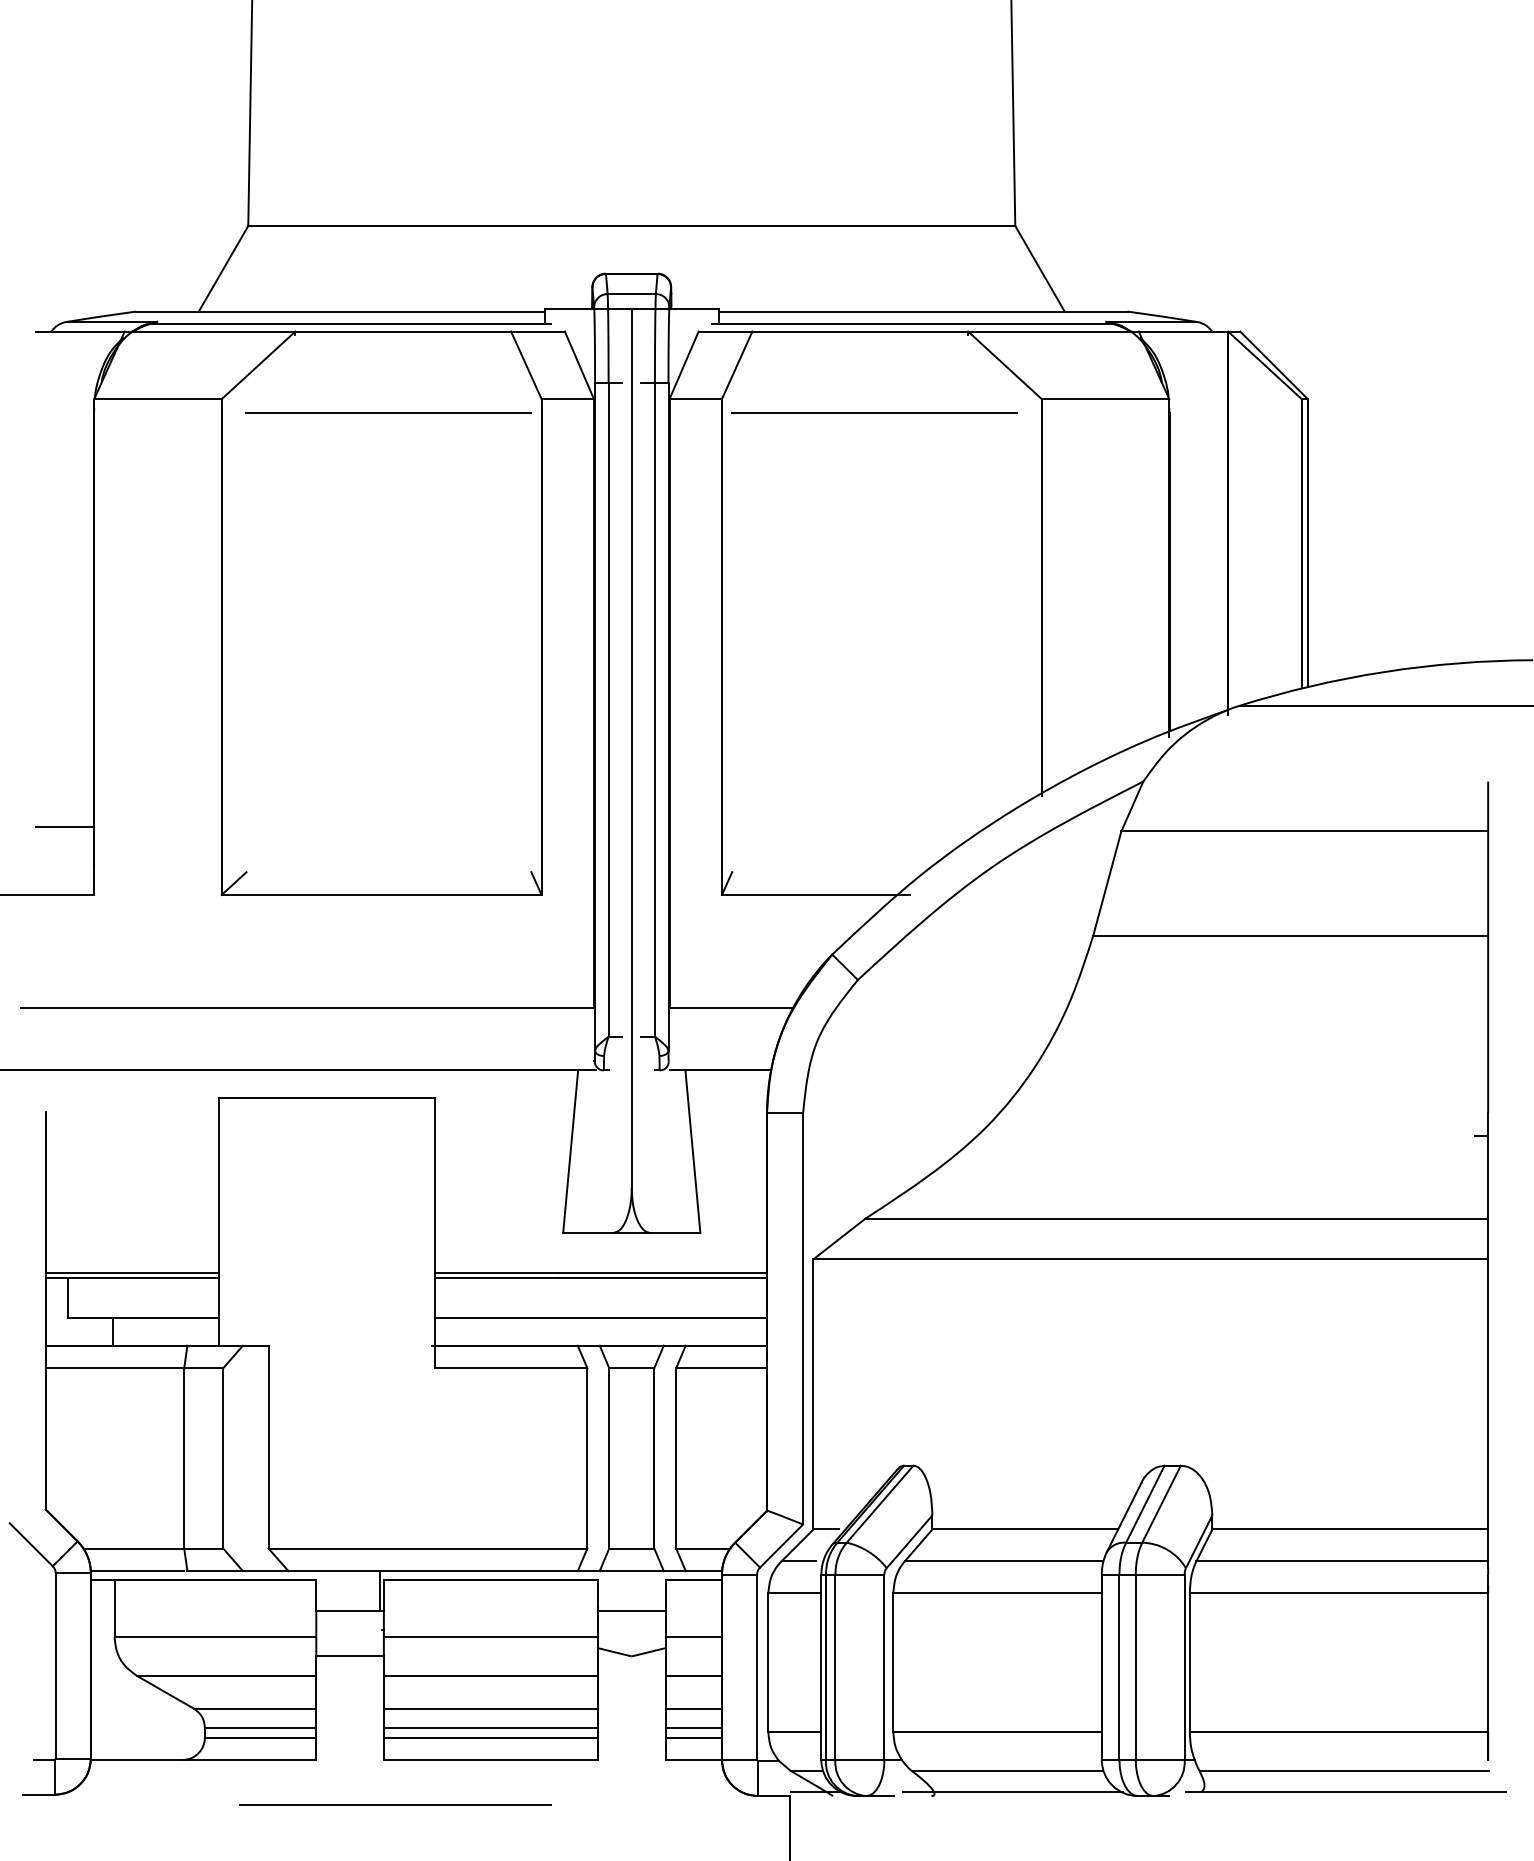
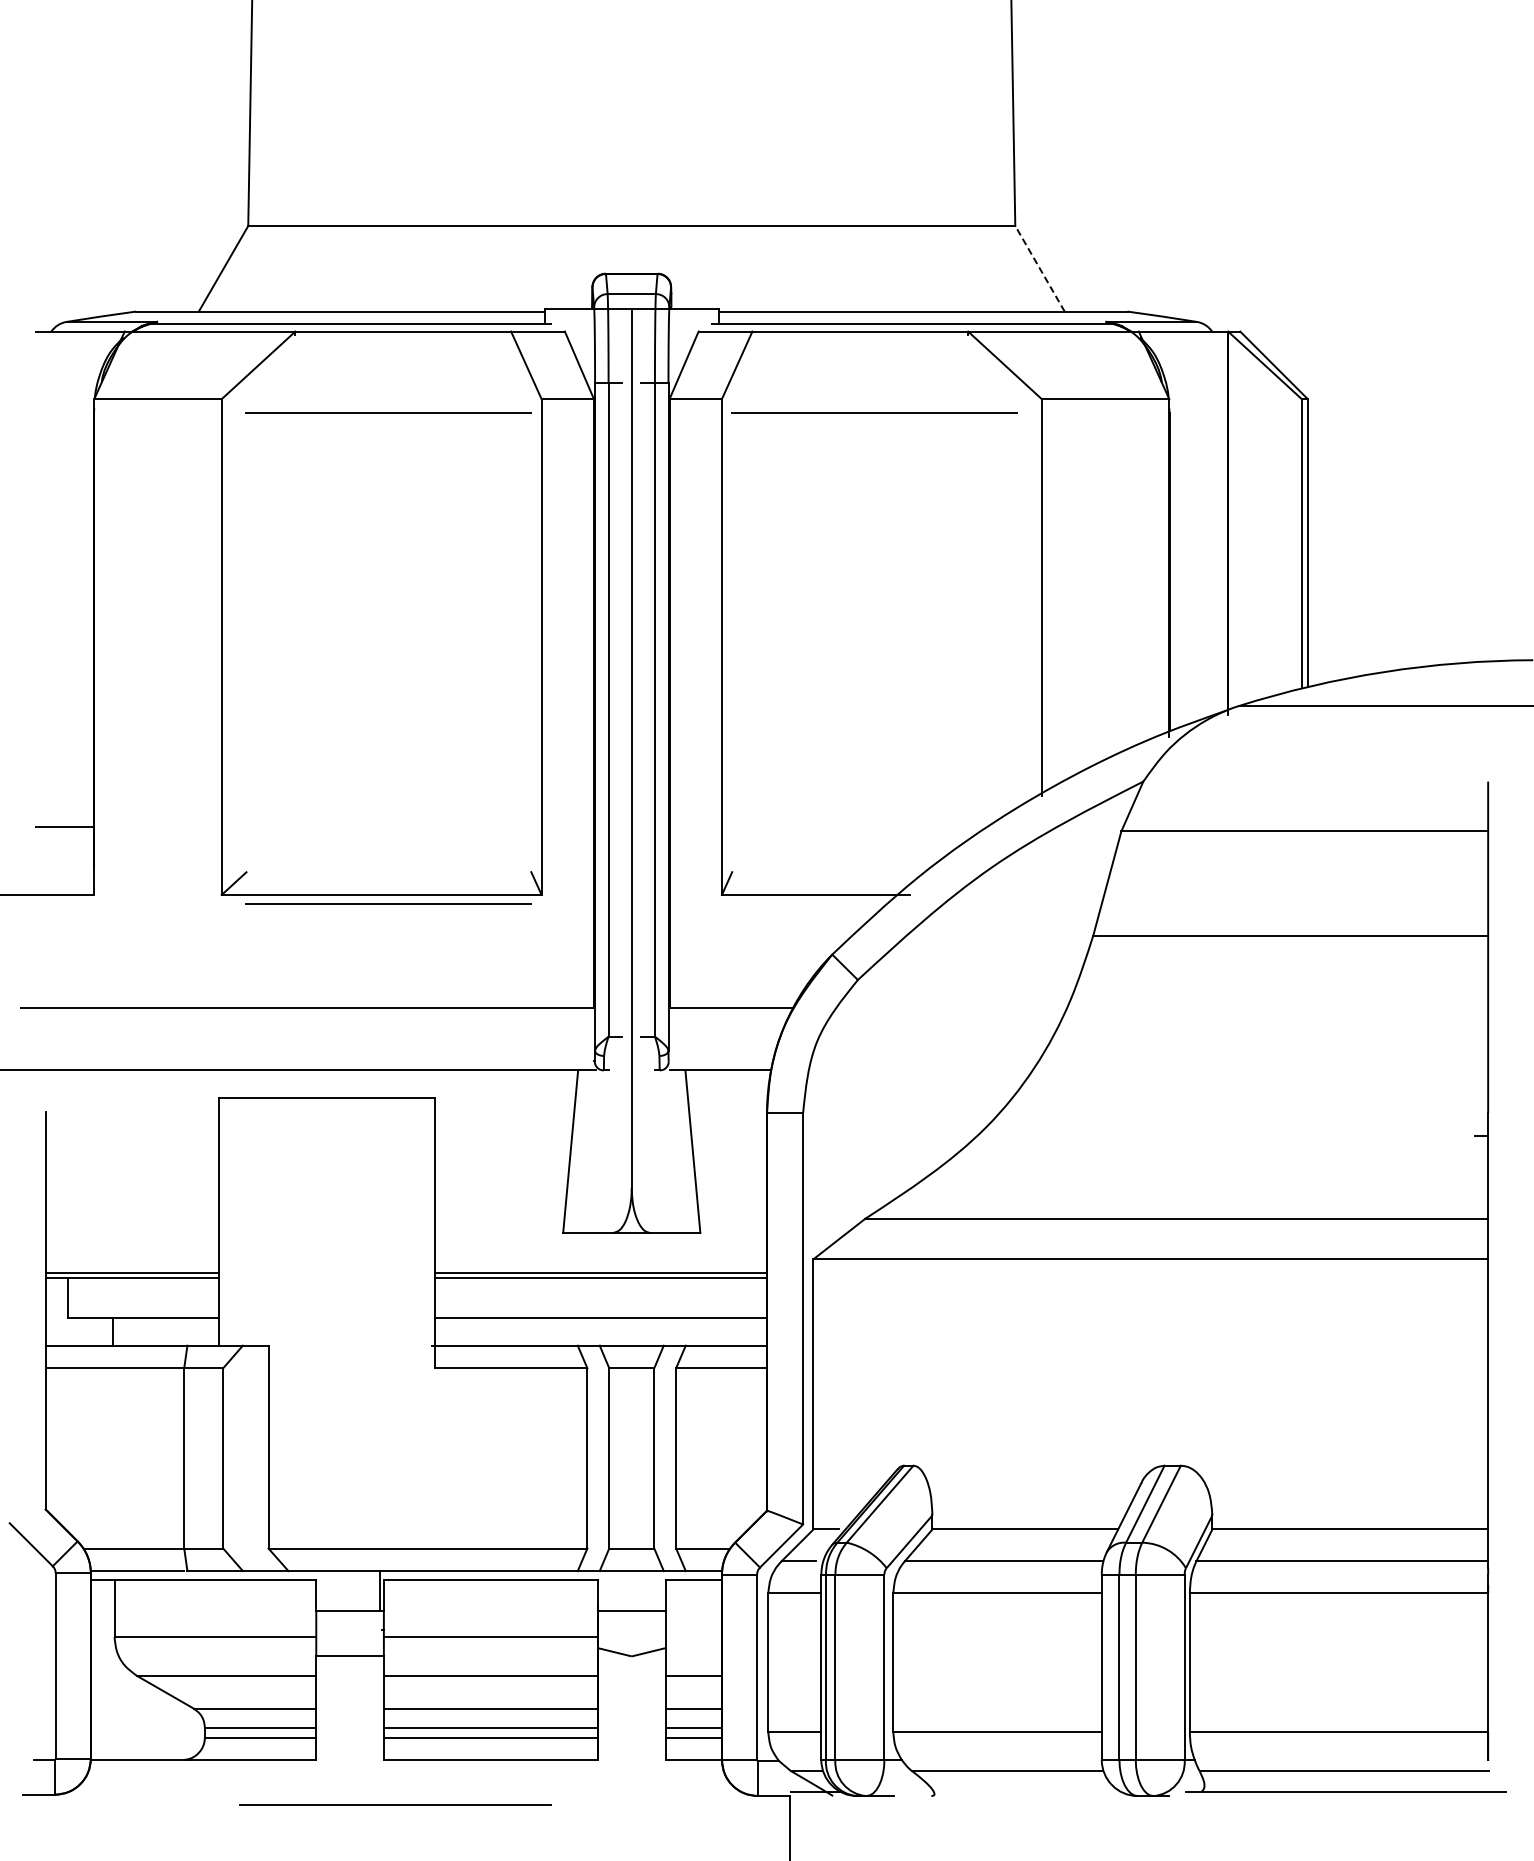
line at (1039, 268): solid -> dashed
line at (388, 903): none -> present
line at (693, 1636): present -> none
line at (1012, 1791): present -> none
